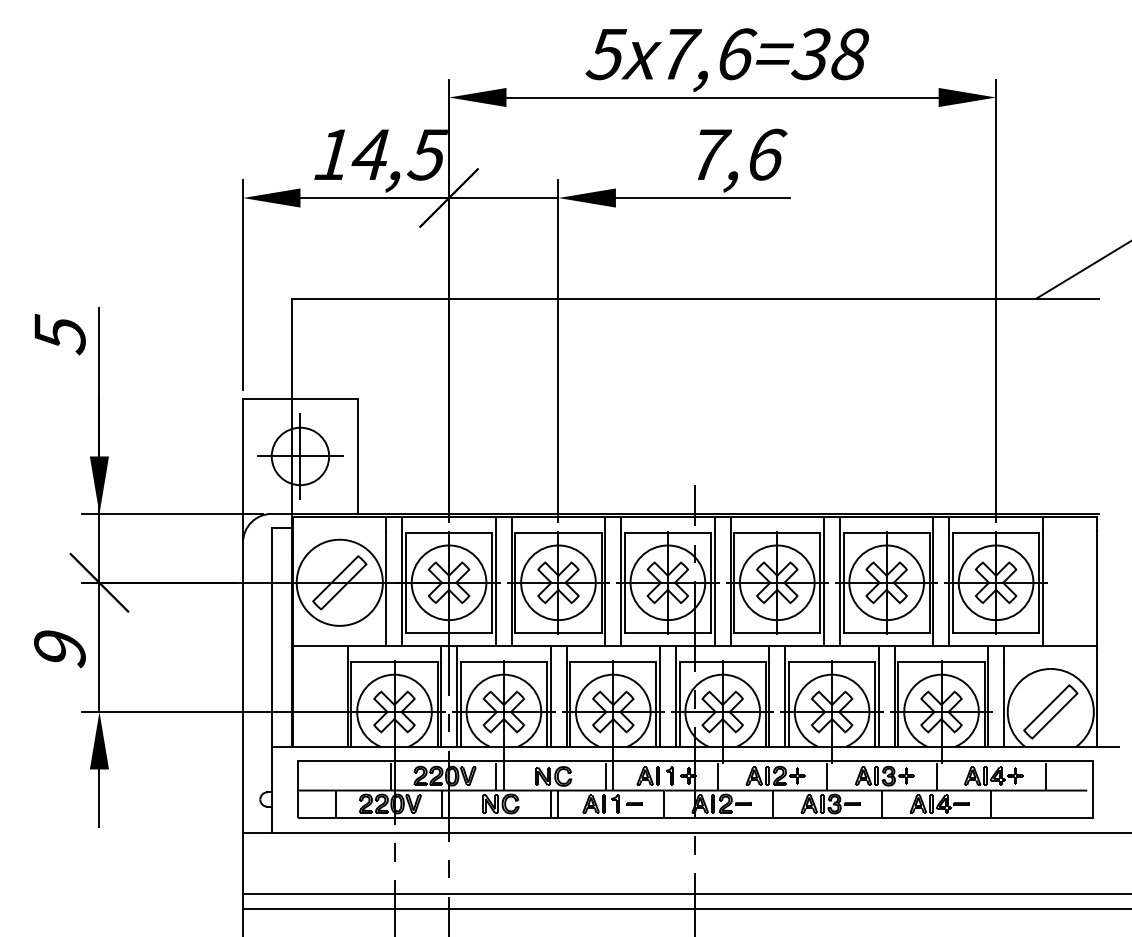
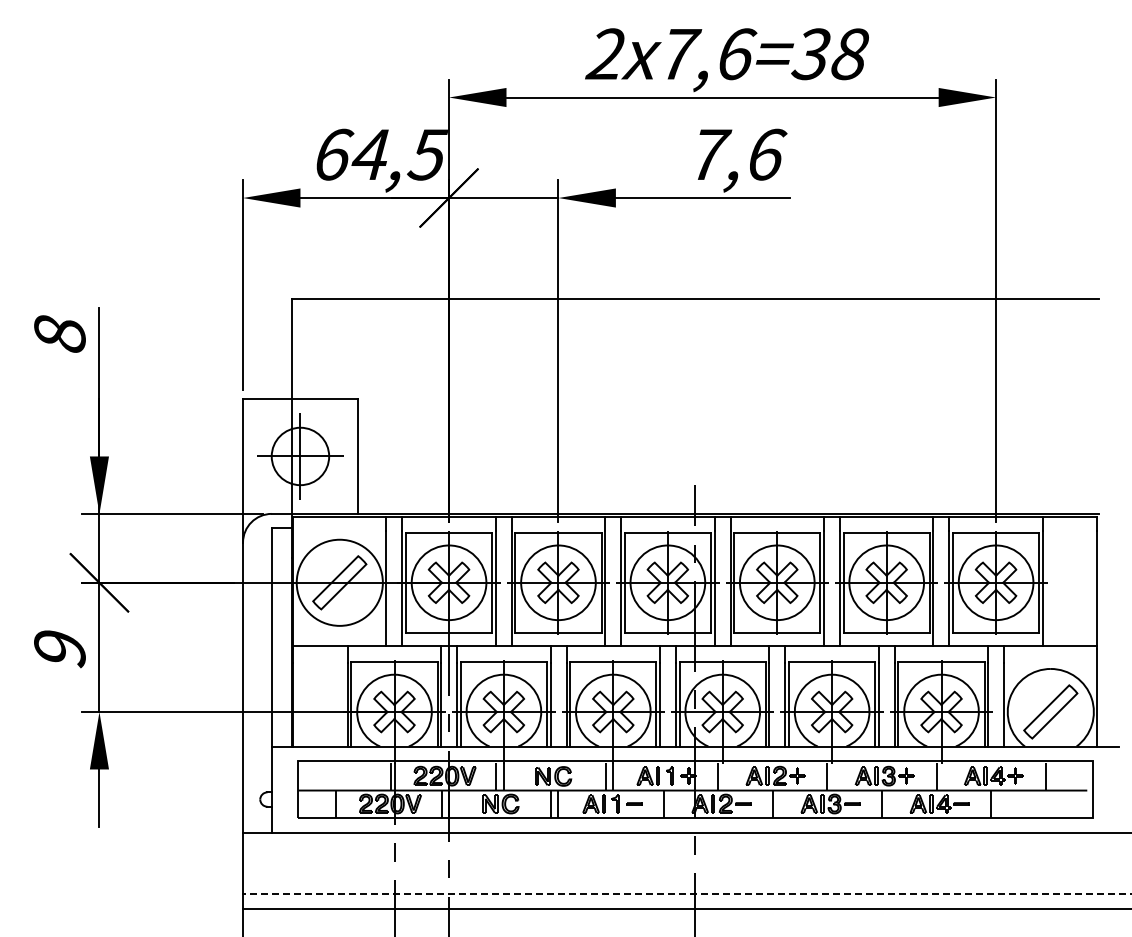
text at (606, 54): 5 -> 2
text at (334, 154): 14,5 -> 64,5
line at (1082, 270): present -> none
text at (59, 334): 5 -> 8
line at (686, 894): solid -> dashed
